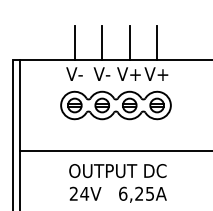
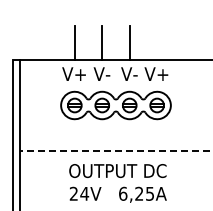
line at (157, 43): present -> none
text at (73, 73): V- -> V+
text at (128, 73): V+ -> V-
line at (115, 150): solid -> dashed
